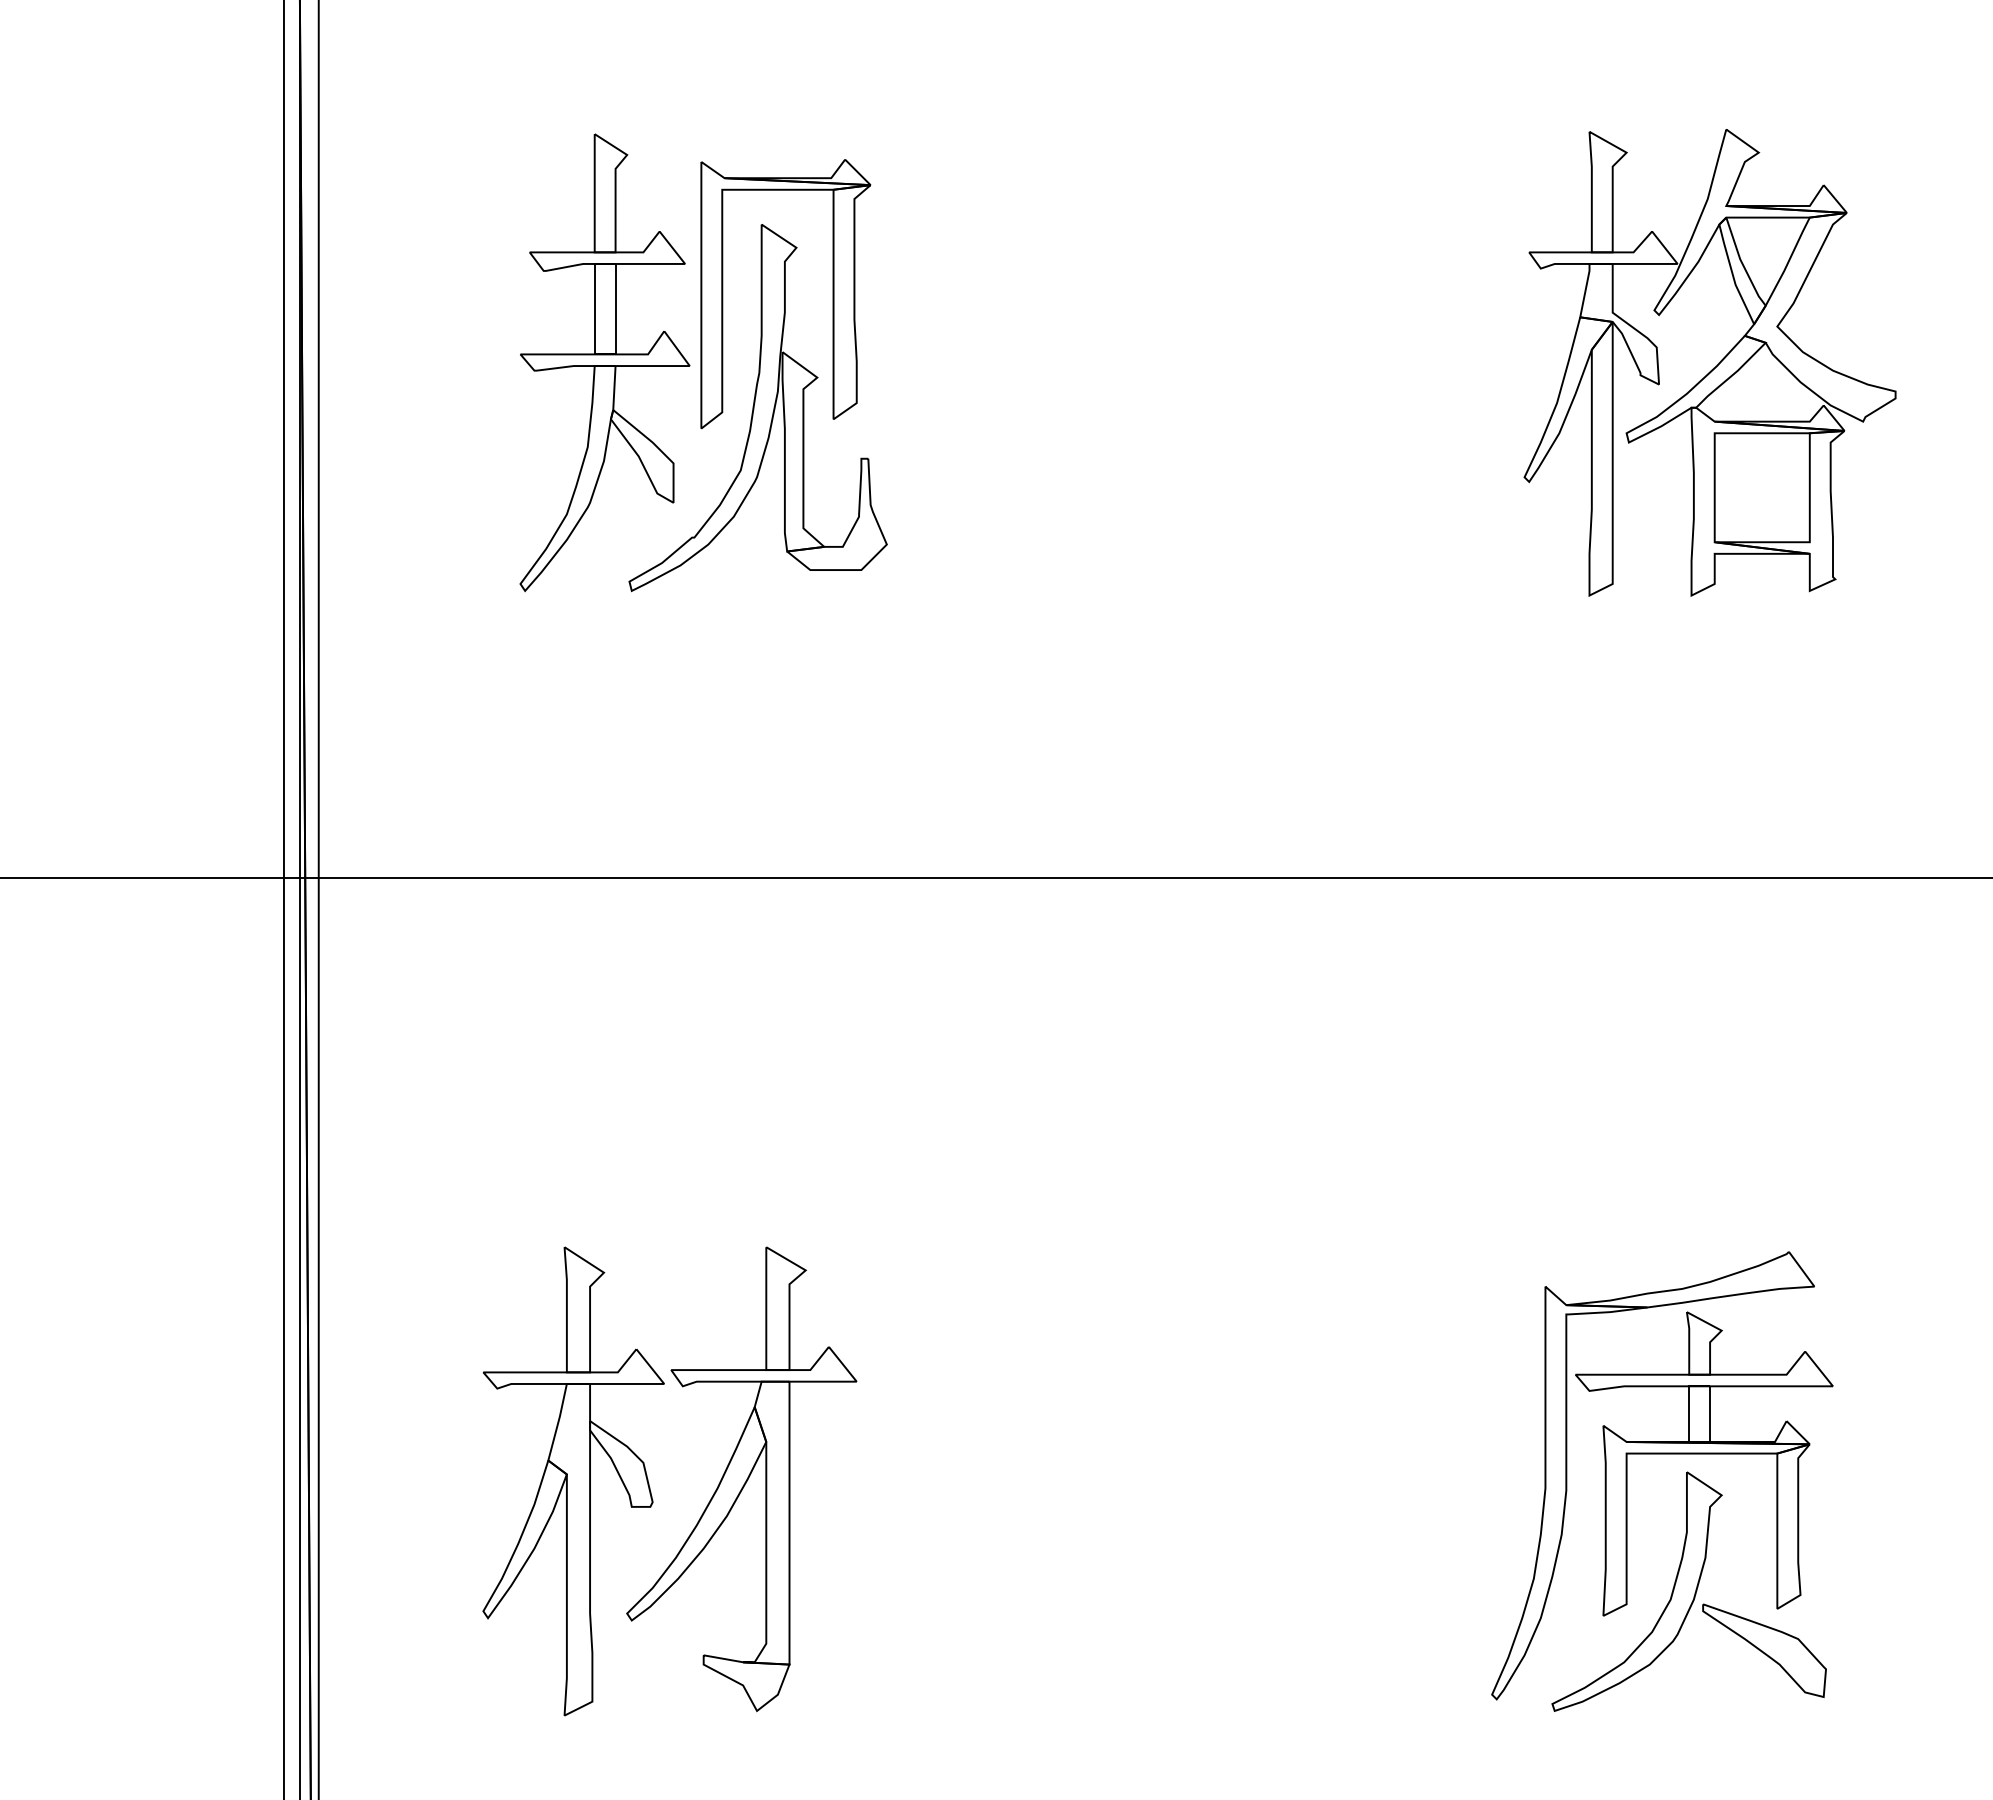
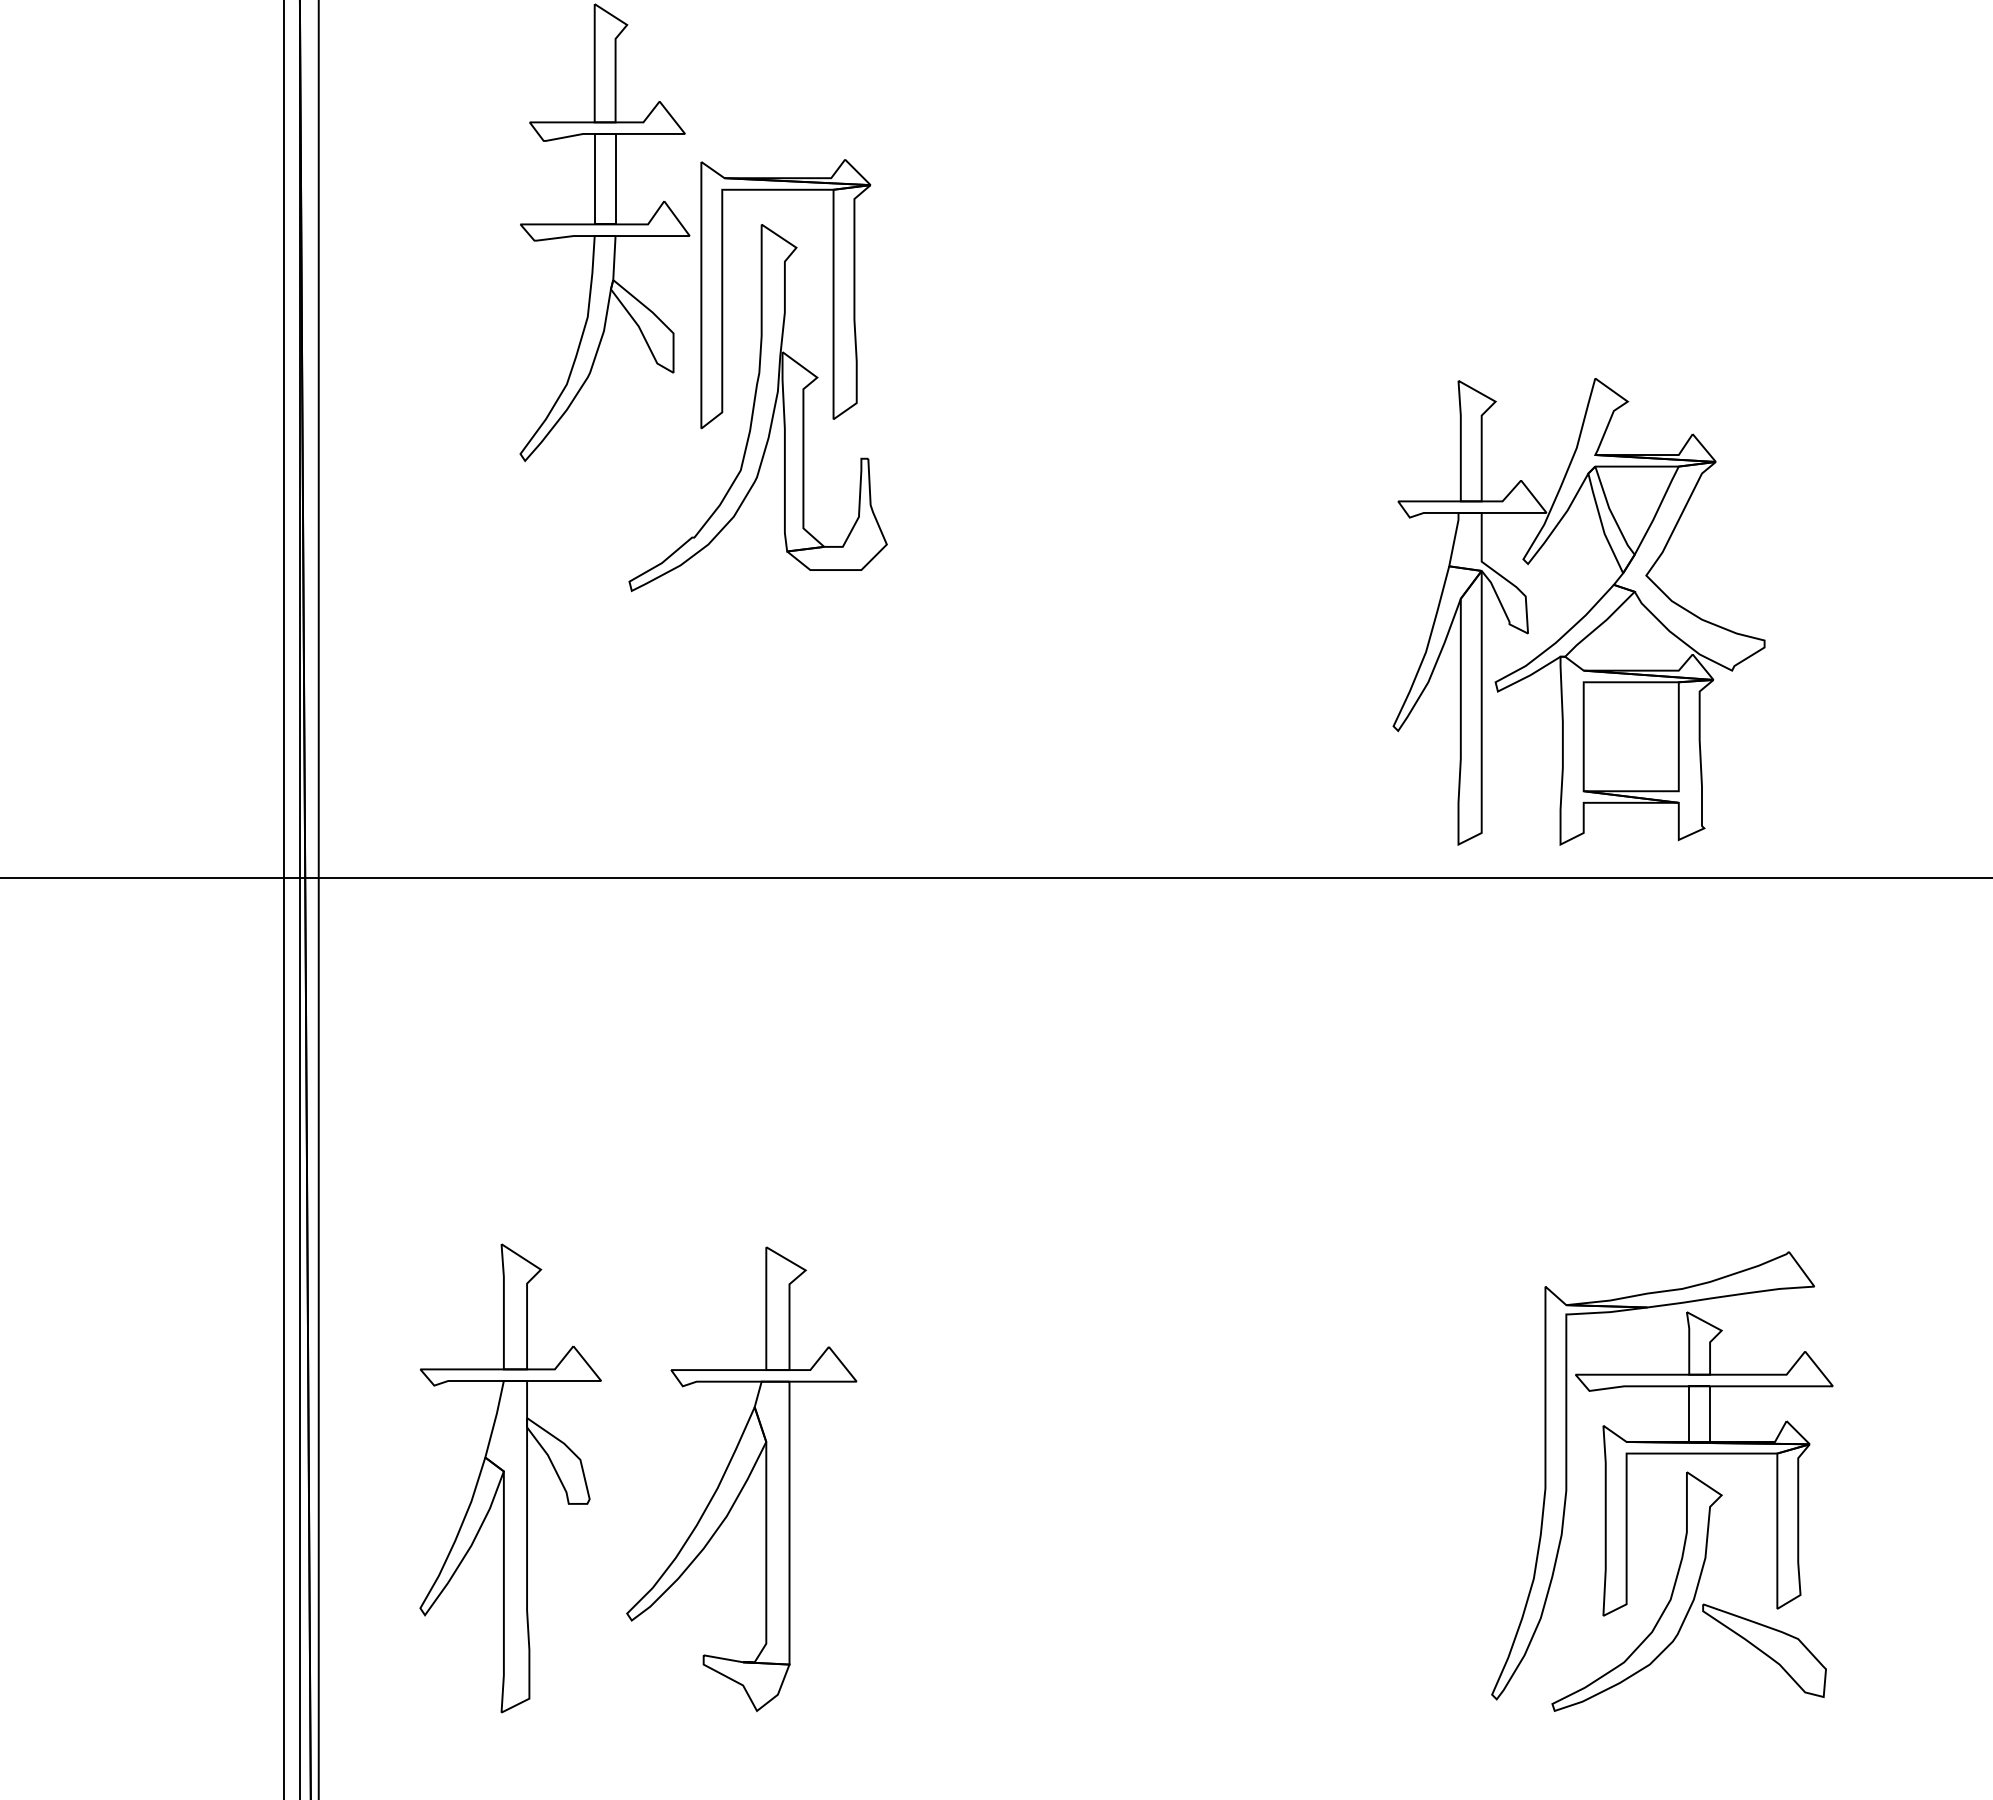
part at (604, 362) position: (604, 362) -> (604, 232)
part at (1713, 367) position: (1713, 367) -> (1582, 616)
part at (573, 1481) position: (573, 1481) -> (510, 1478)
